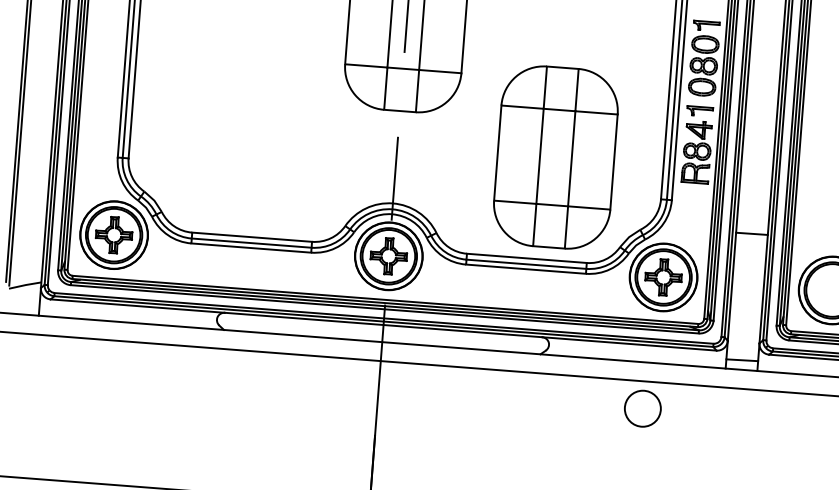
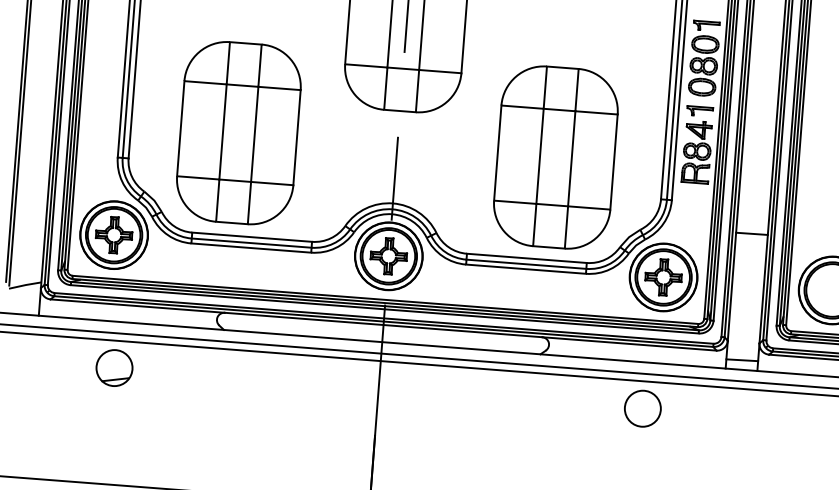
part at (238, 133): none -> present
line at (418, 356): none -> present
part at (114, 367): none -> present
